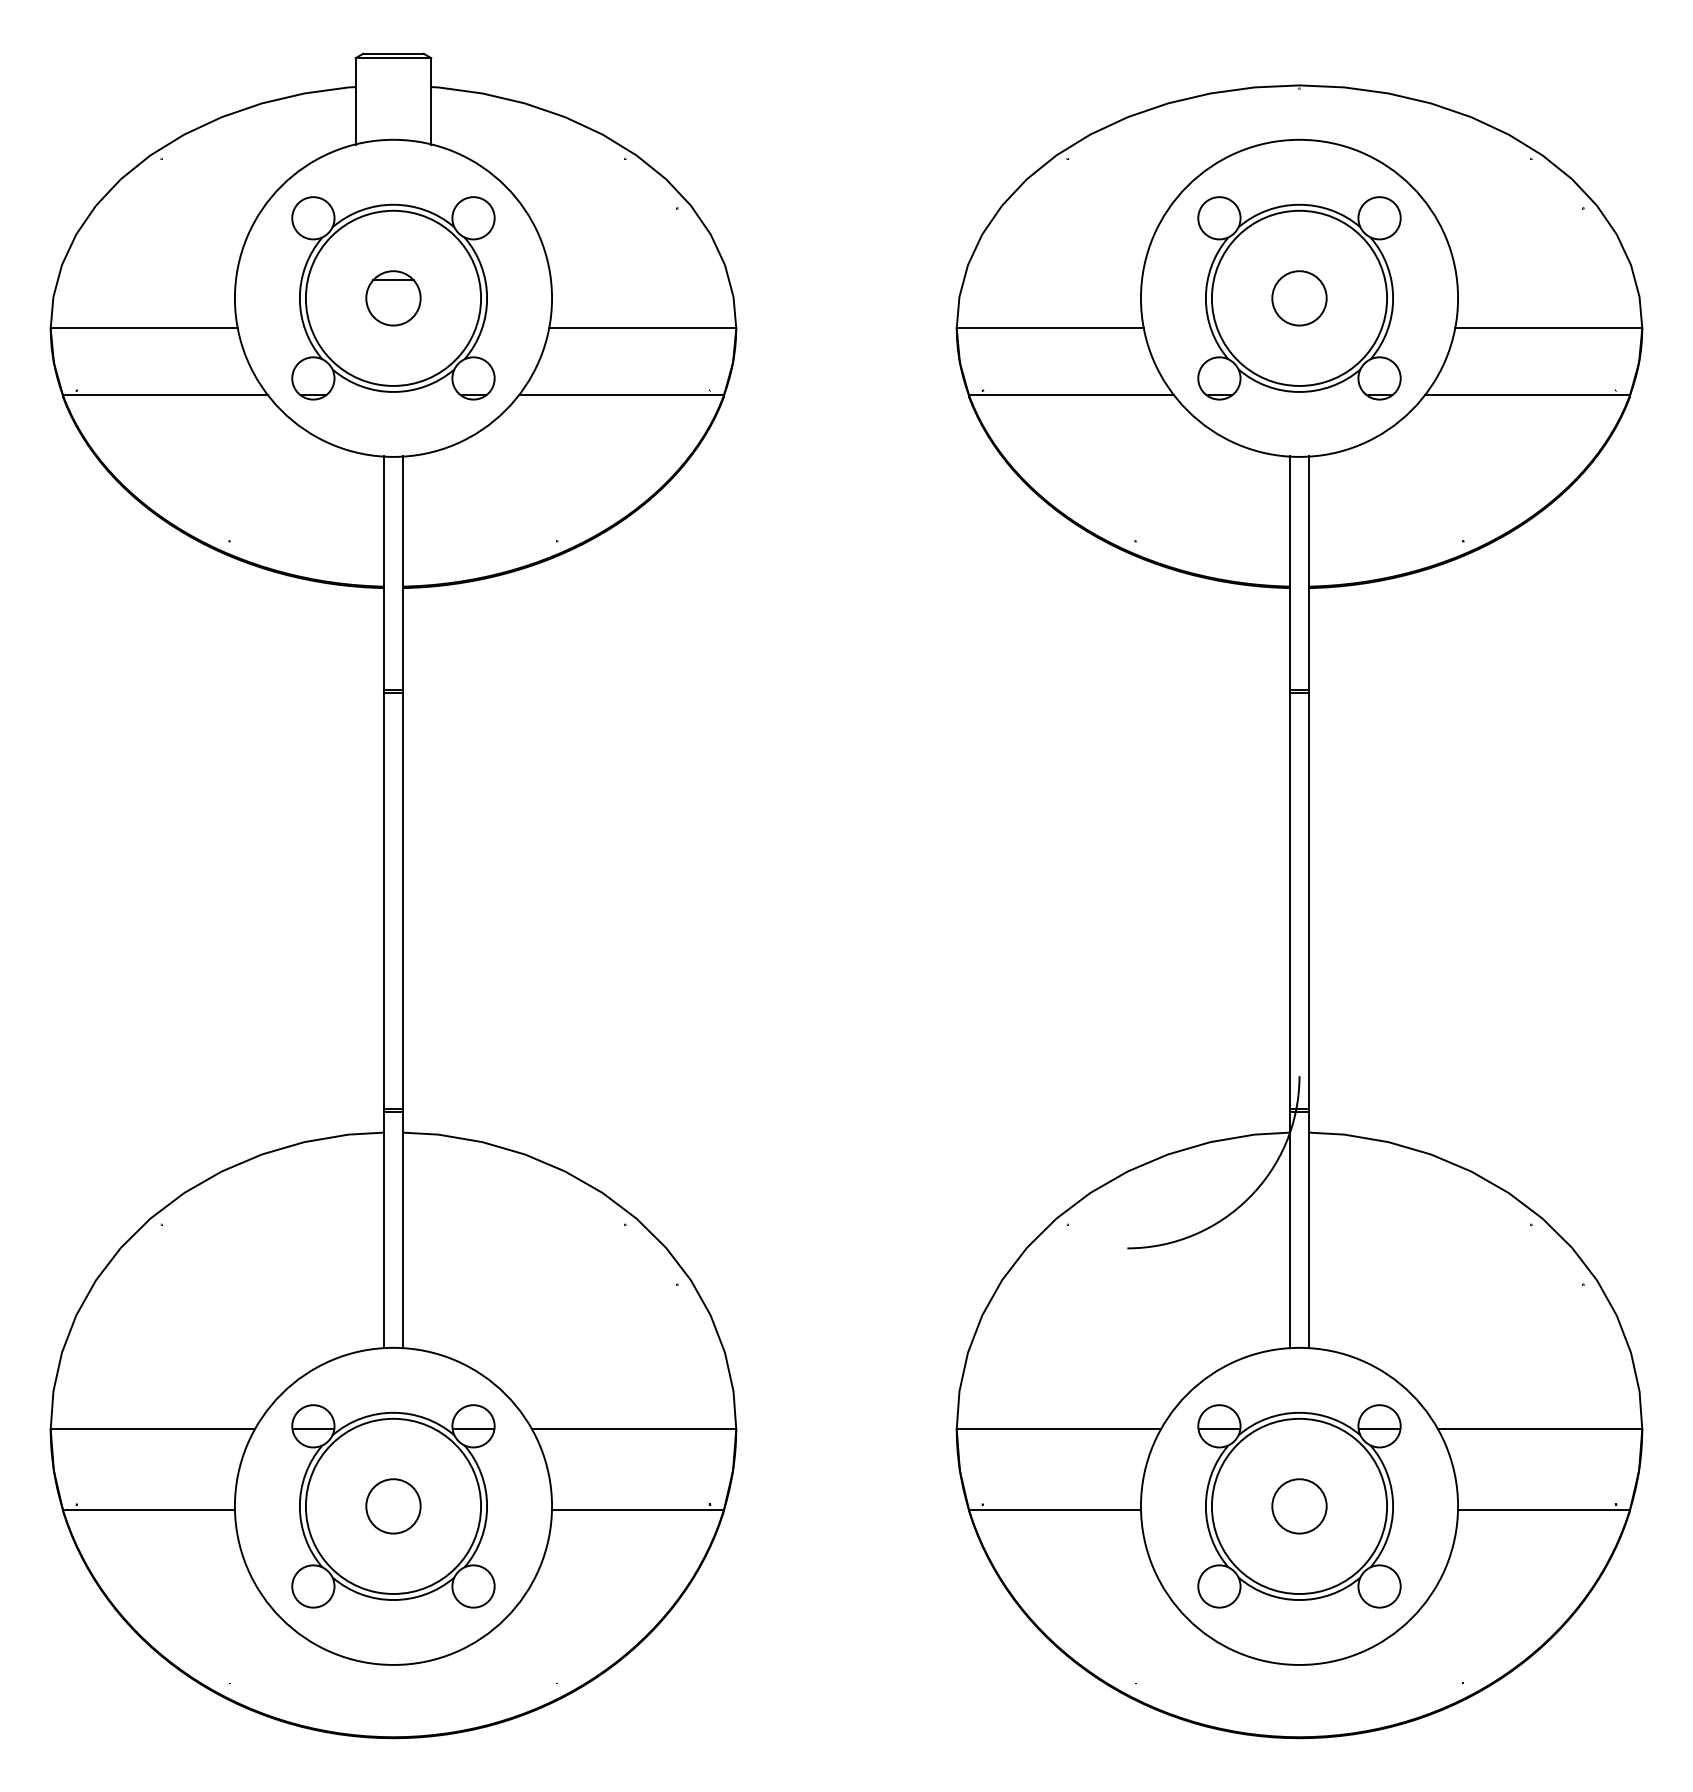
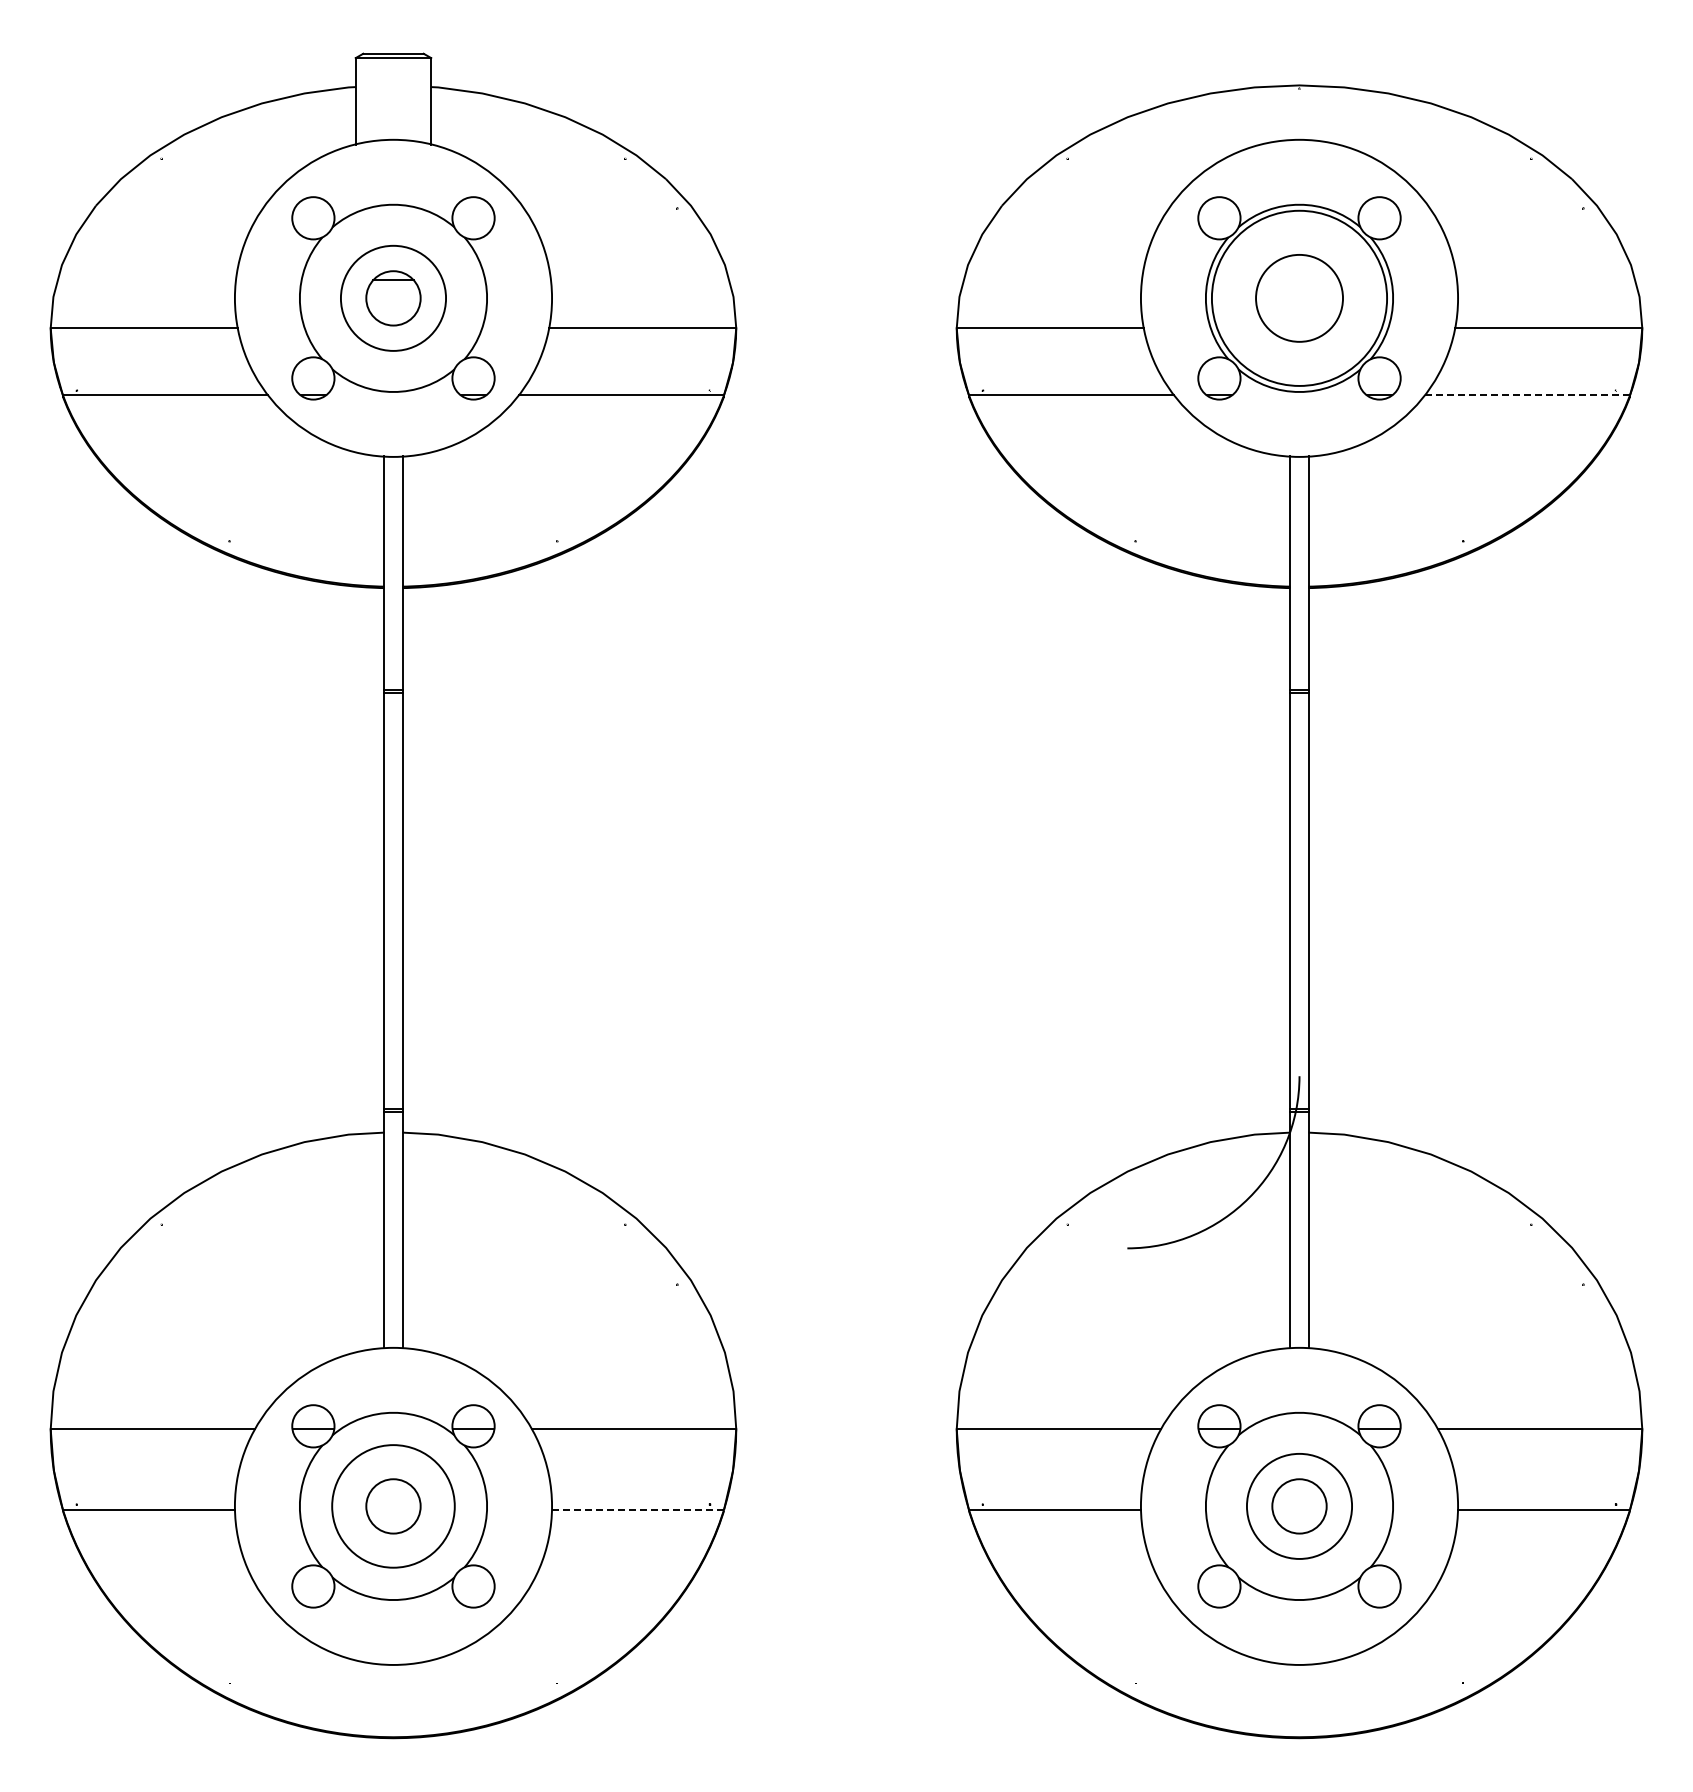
circle at (393, 297) diameter: 175 px -> 105 px
circle at (1299, 298) diameter: 54 px -> 87 px
line at (1527, 395): solid -> dashed
circle at (393, 1505) diameter: 175 px -> 123 px
circle at (1299, 1505) diameter: 175 px -> 105 px
line at (638, 1509): solid -> dashed
